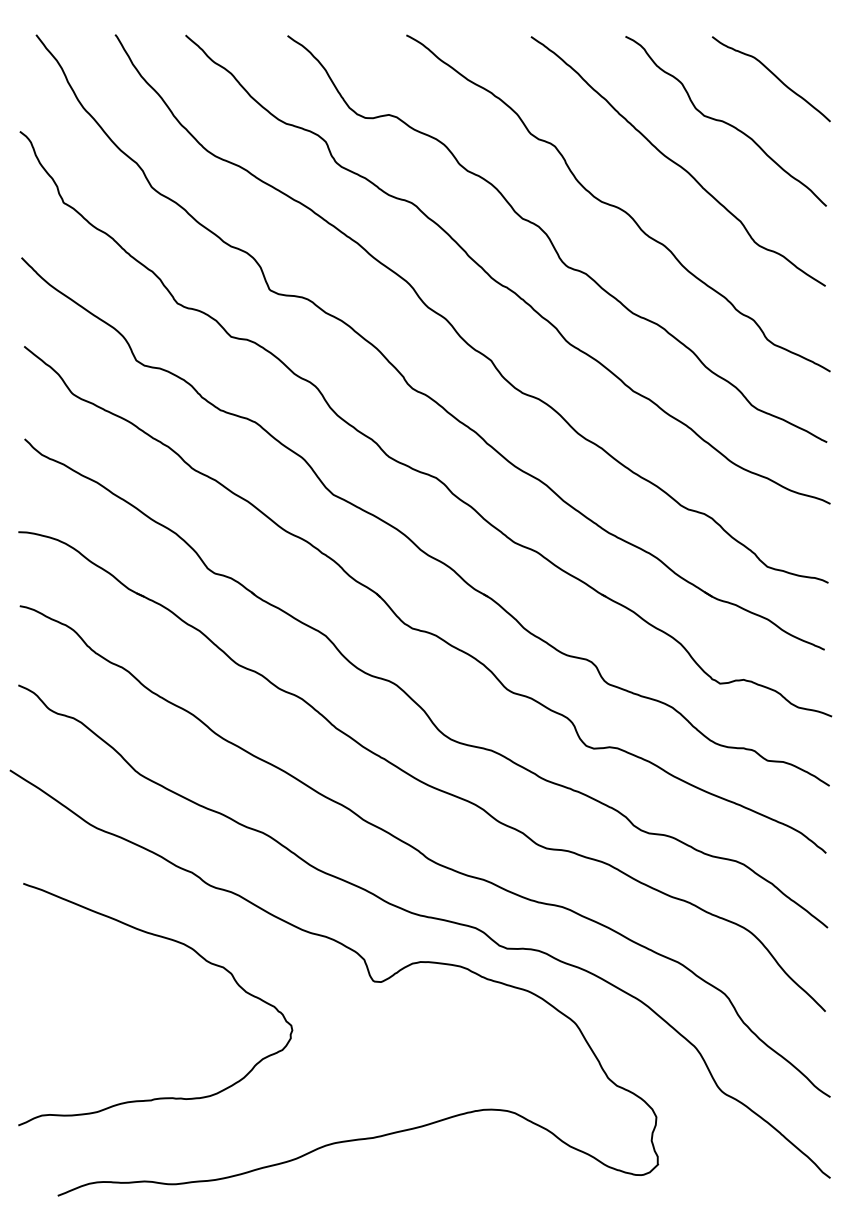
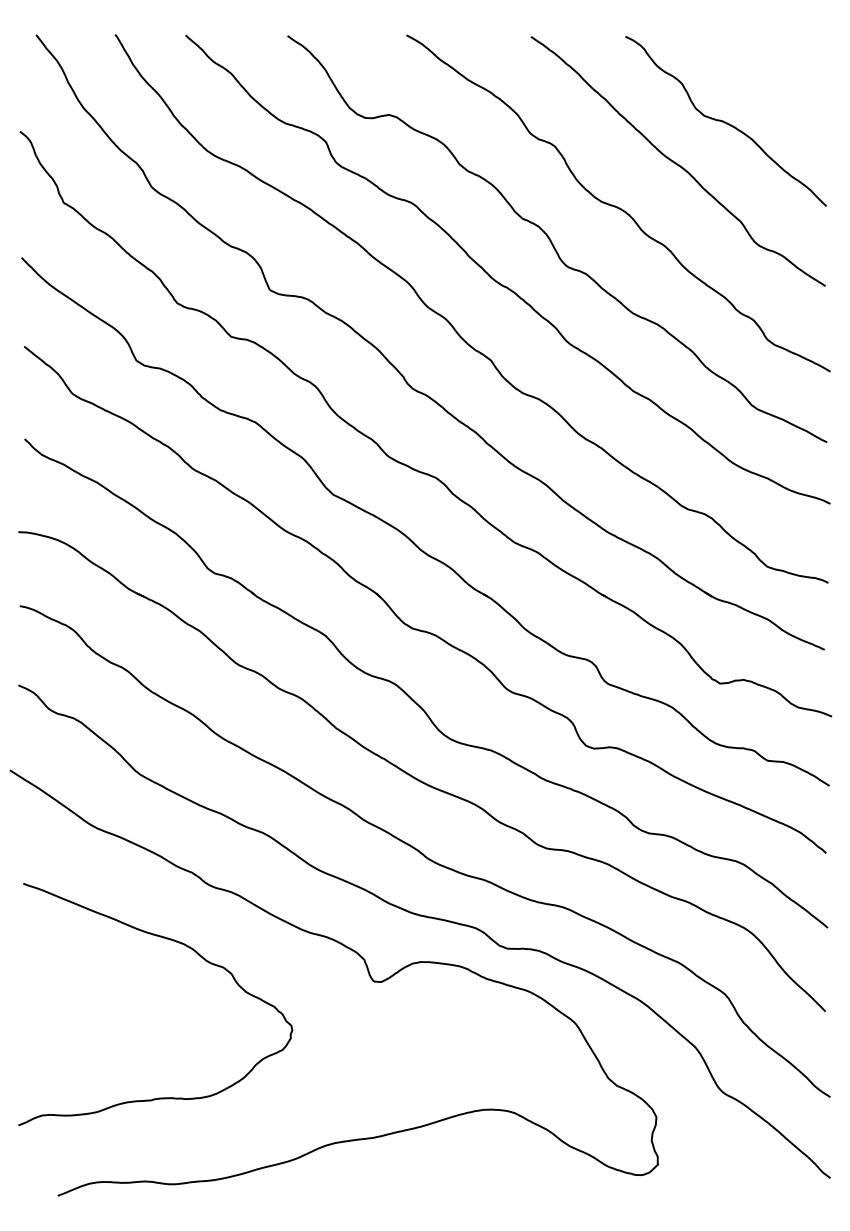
curve at (773, 75): present -> none
